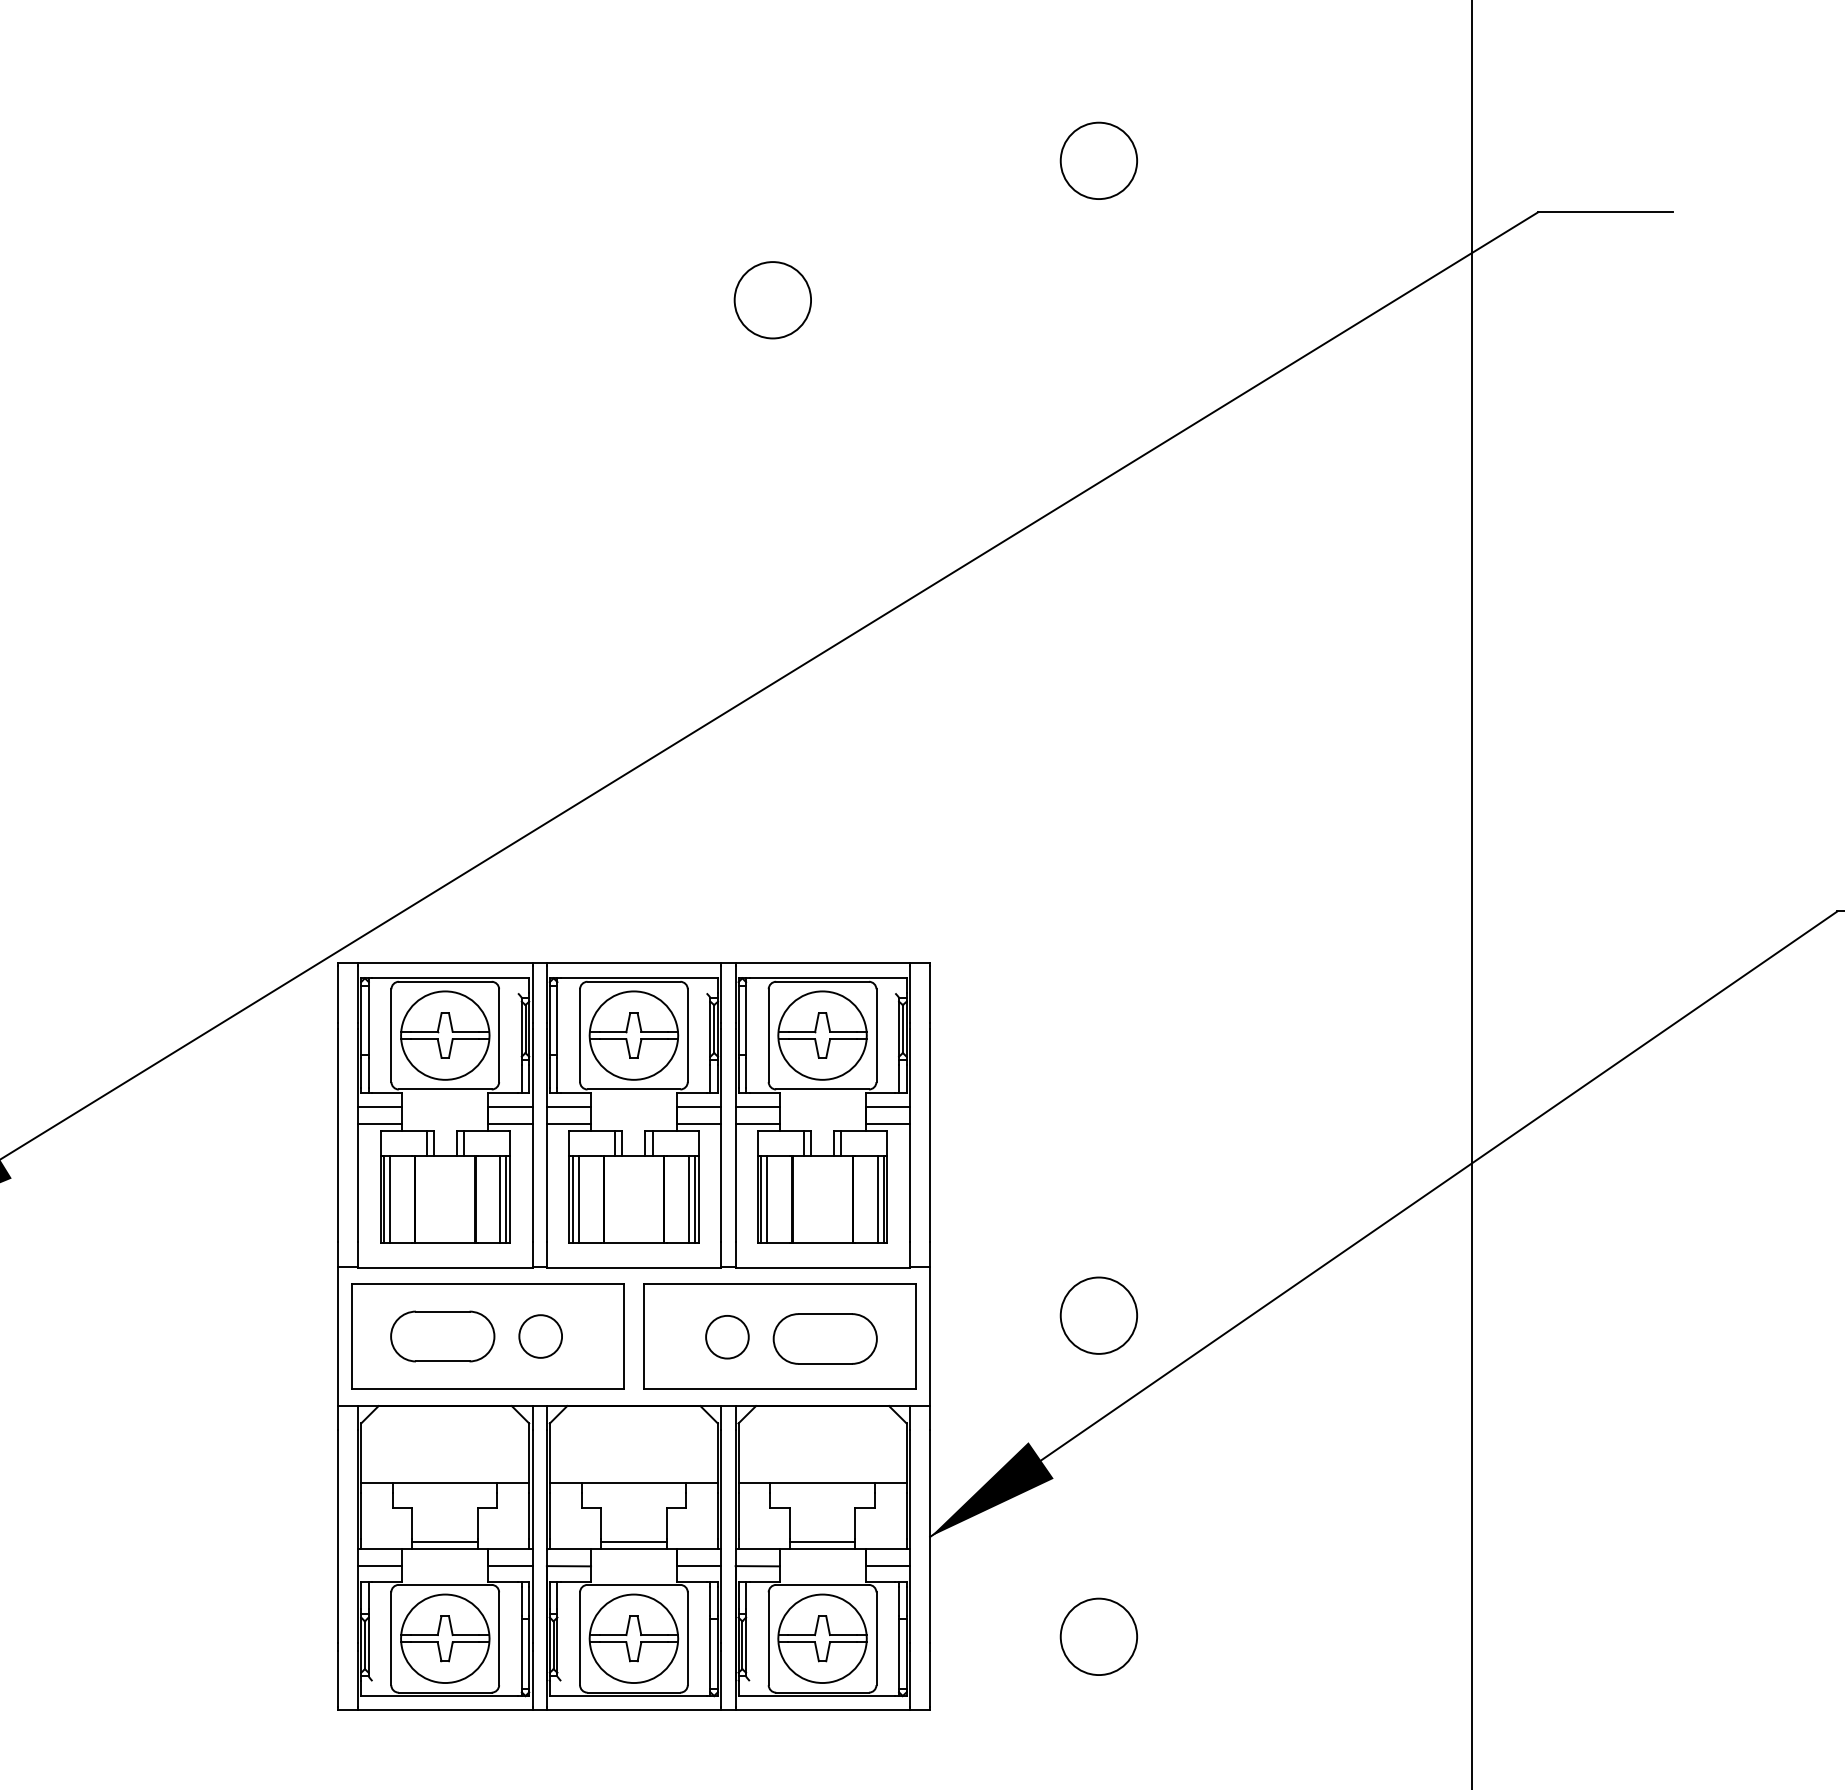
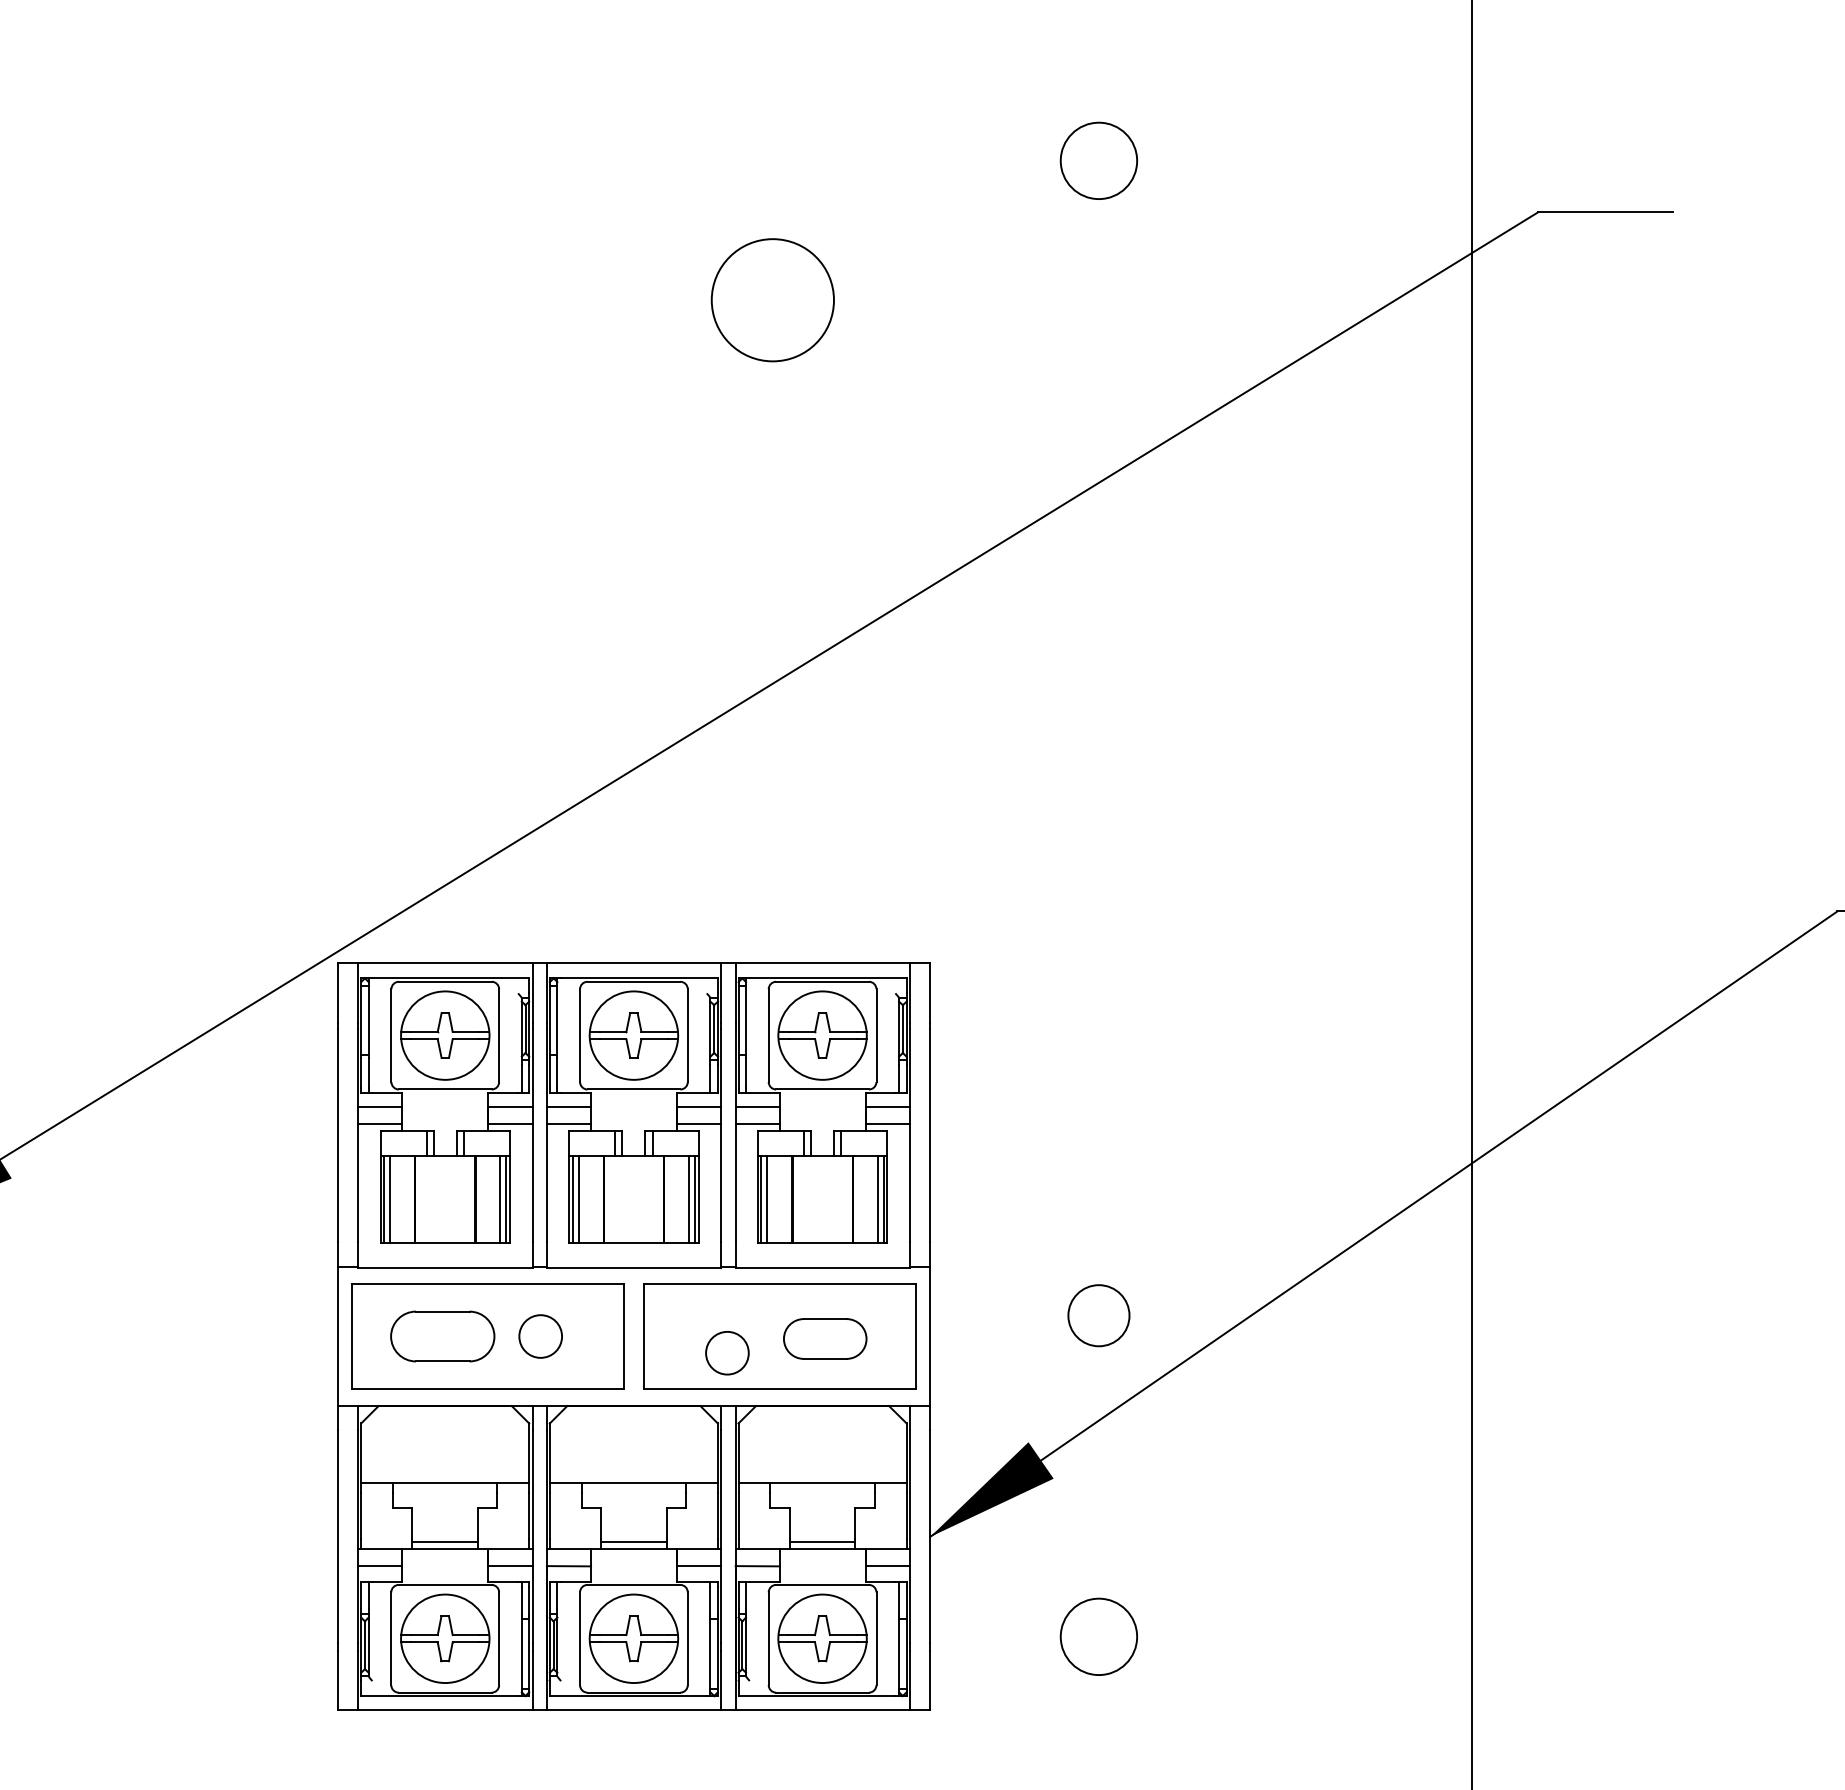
circle at (772, 300) diameter: 76 px -> 122 px
circle at (1098, 1315) diameter: 76 px -> 61 px
circle at (727, 1337) position: (727, 1337) -> (727, 1353)
part at (824, 1338) size: 106x52 px -> 85x42 px
